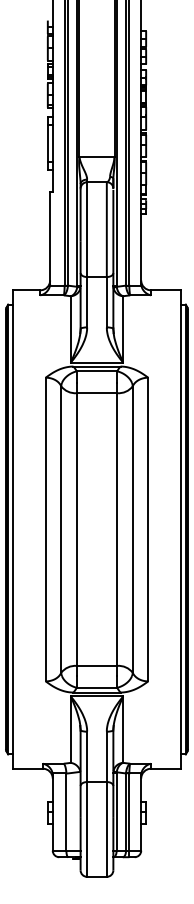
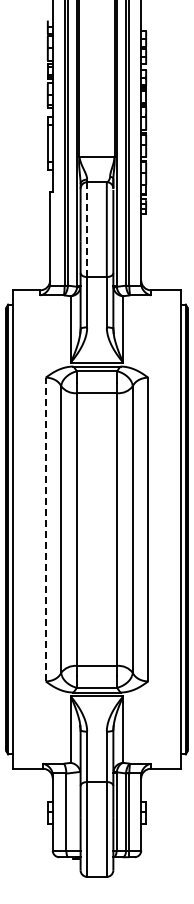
line at (87, 229): solid -> dashed
line at (45, 529): solid -> dashed
